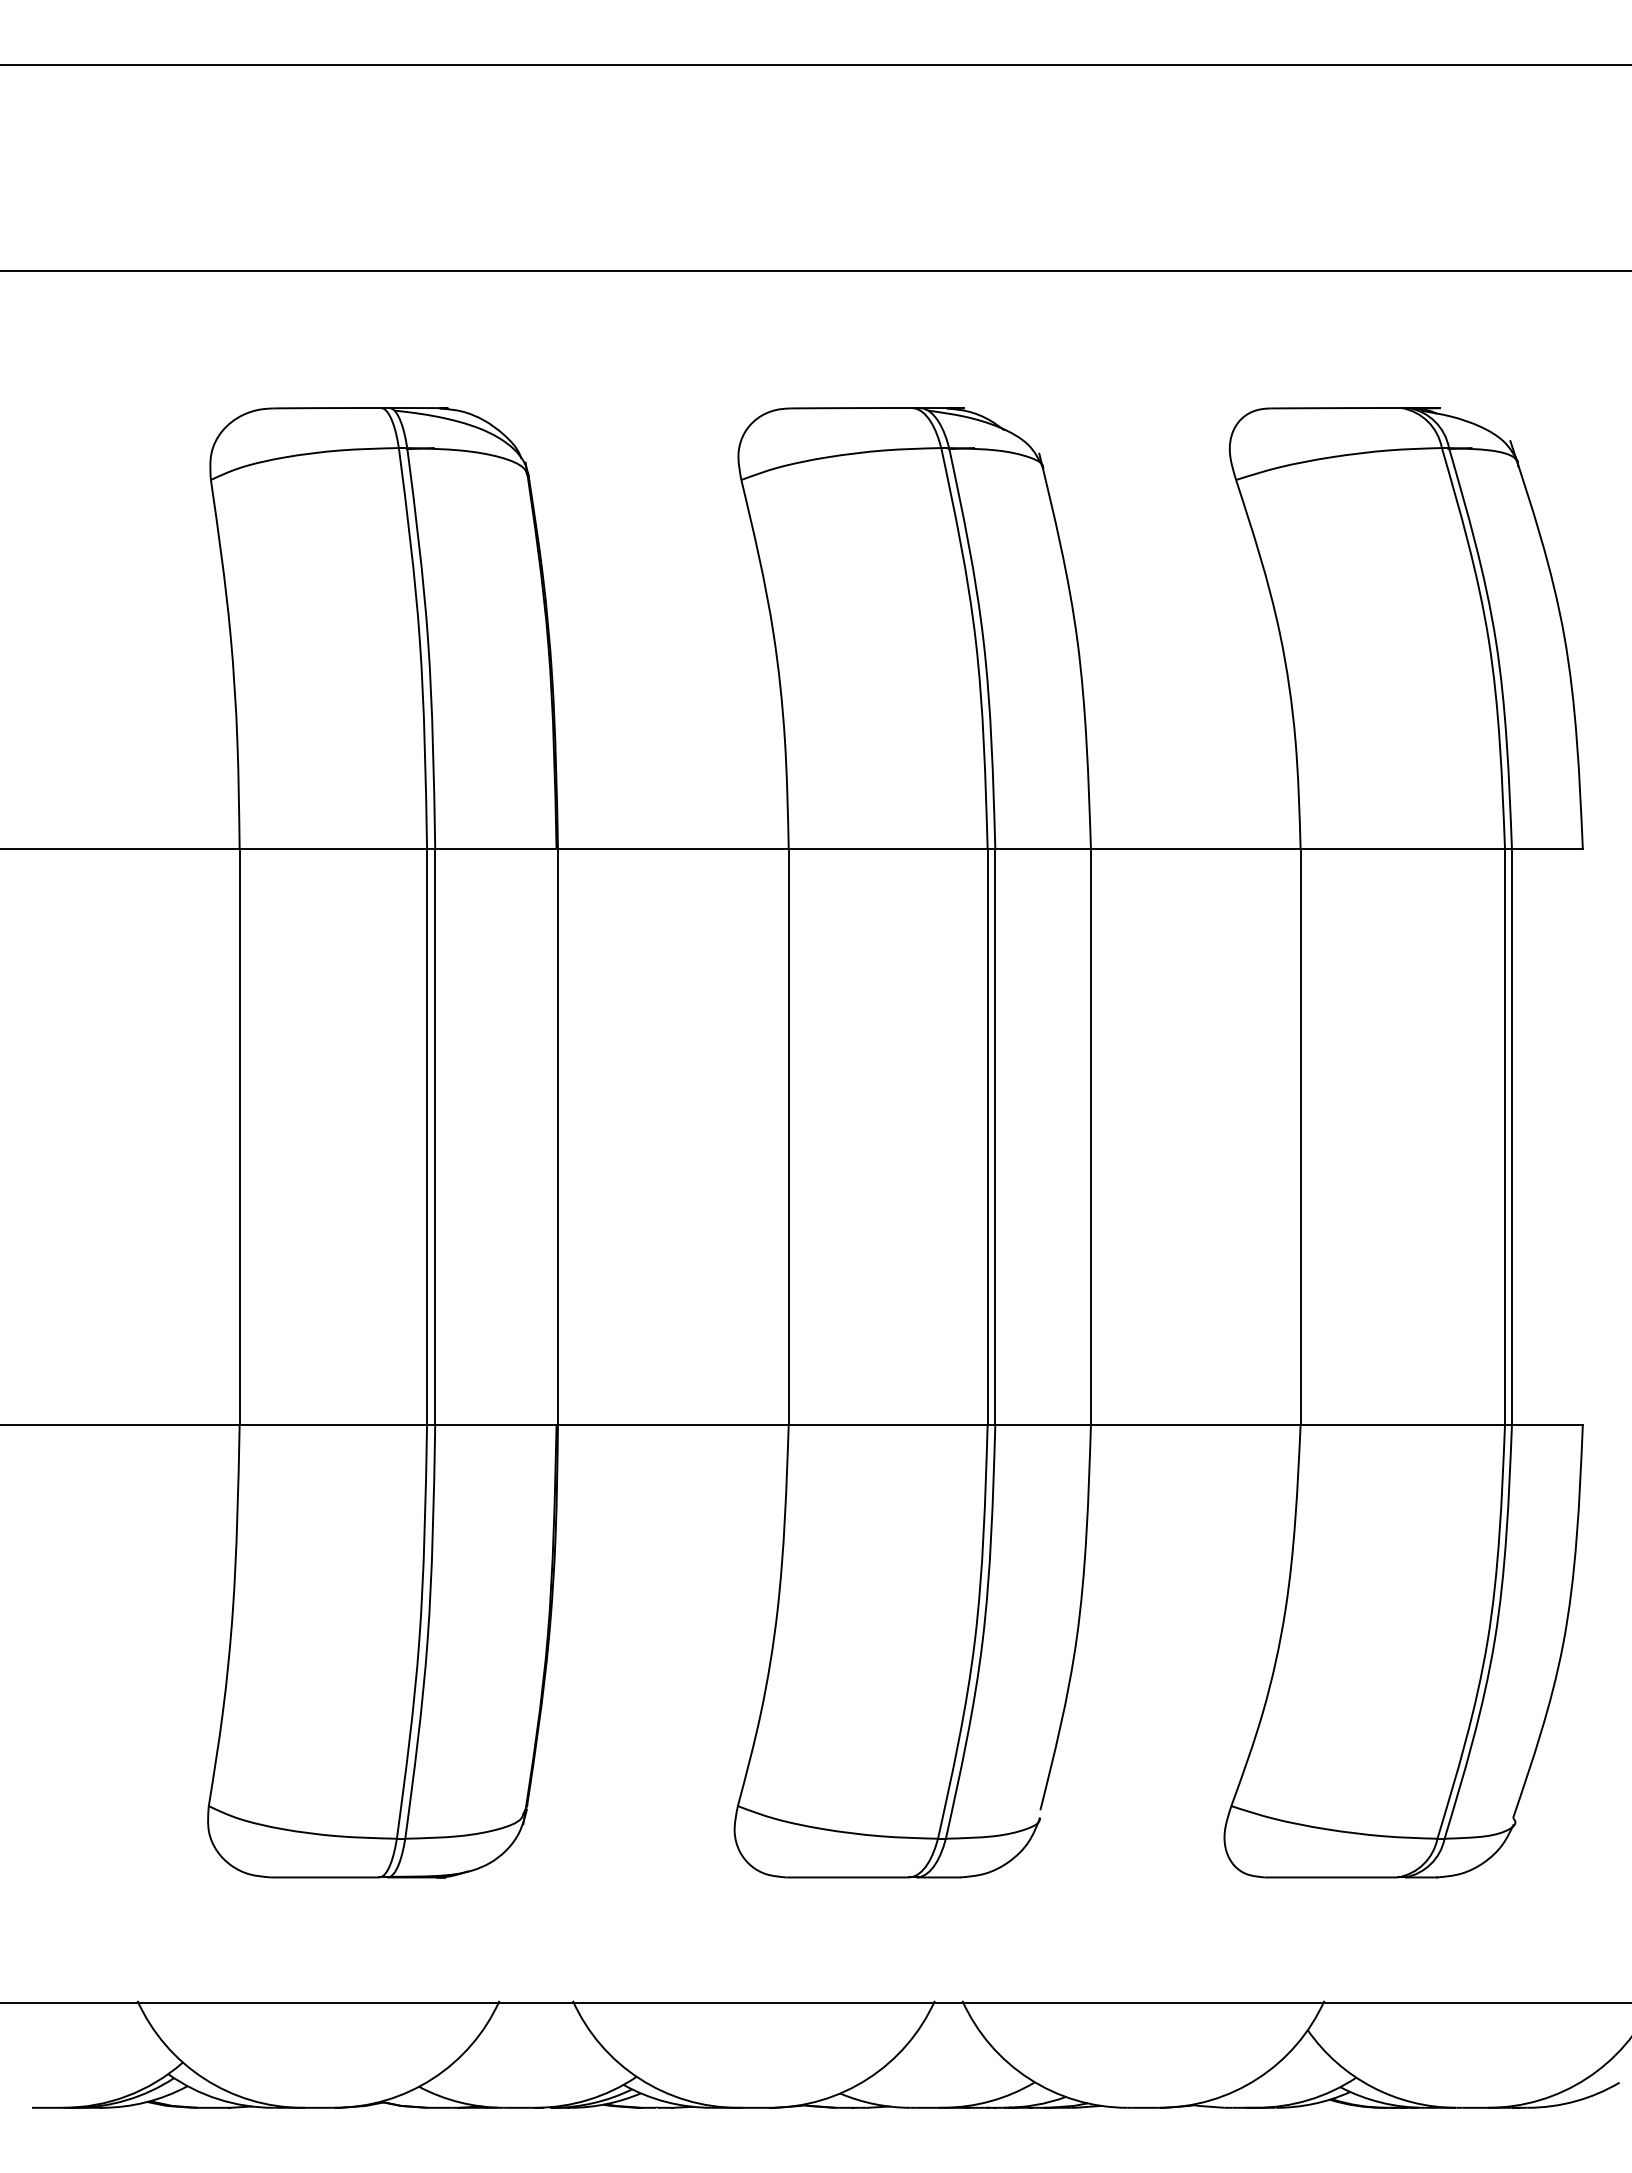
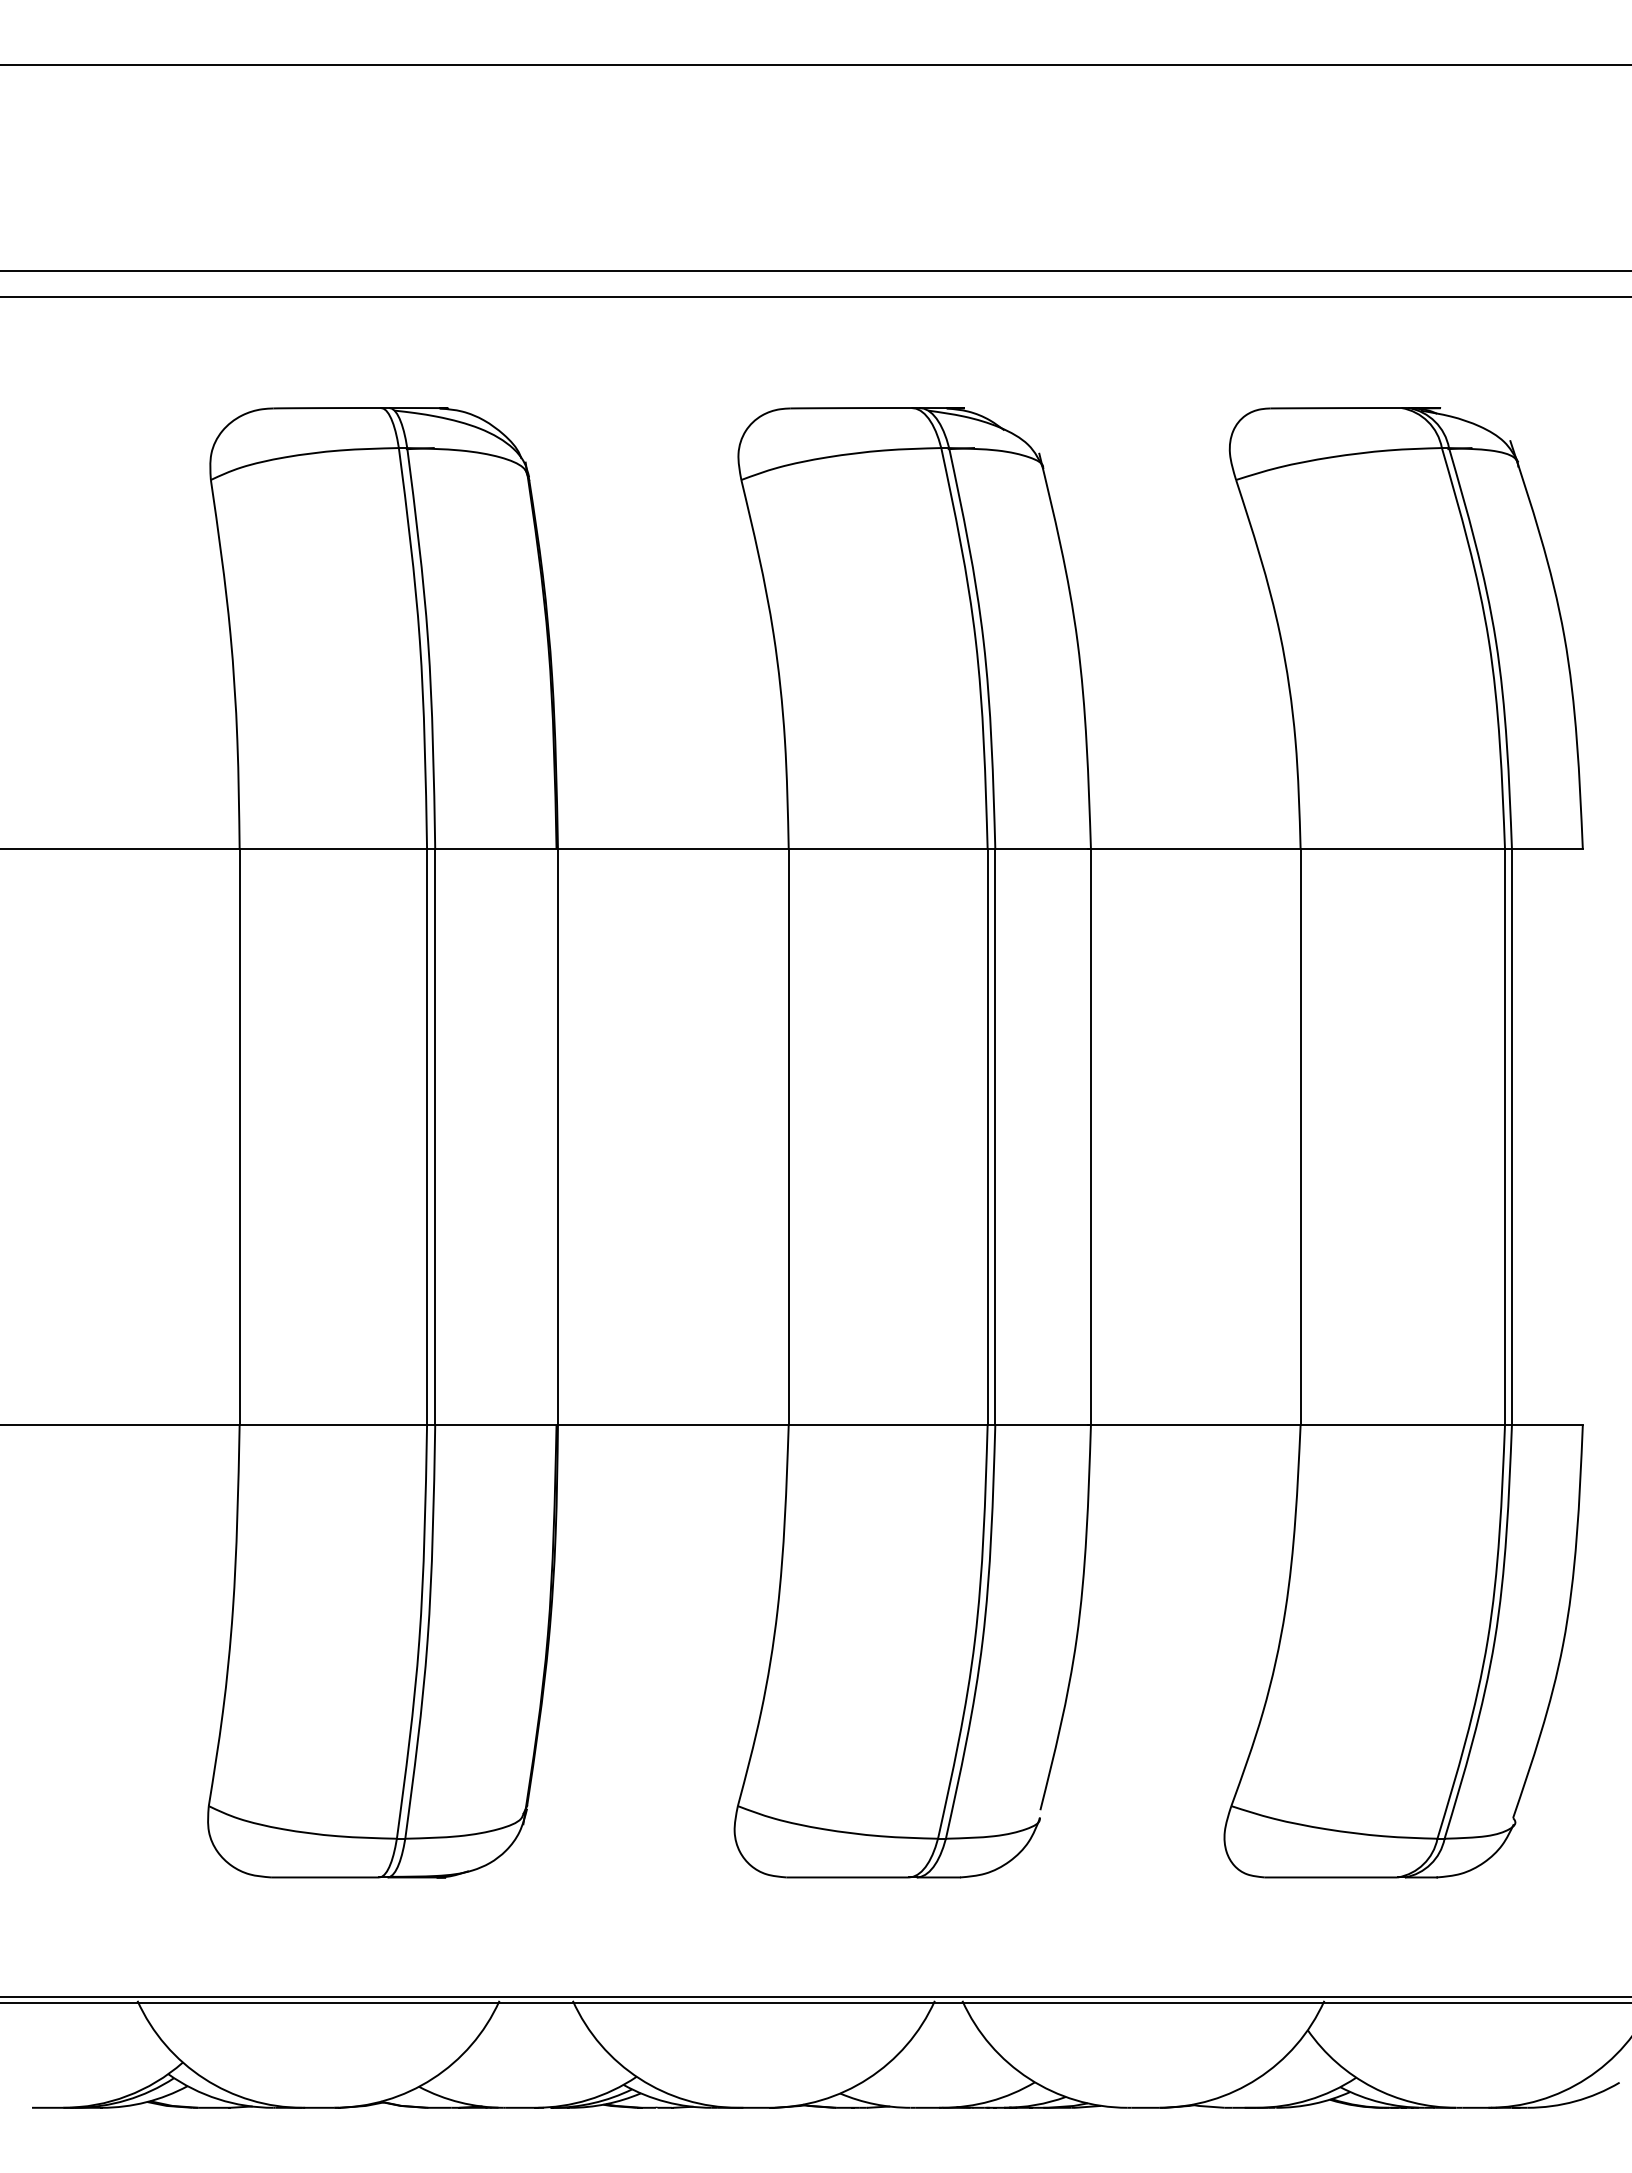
line at (815, 297): none -> present
line at (815, 1997): none -> present
